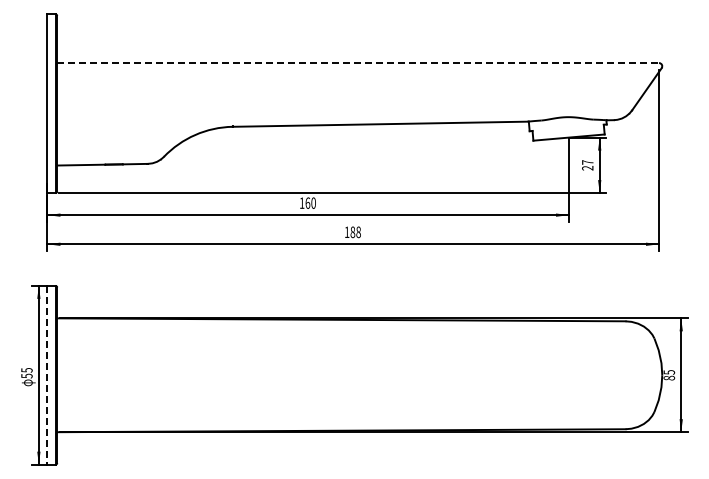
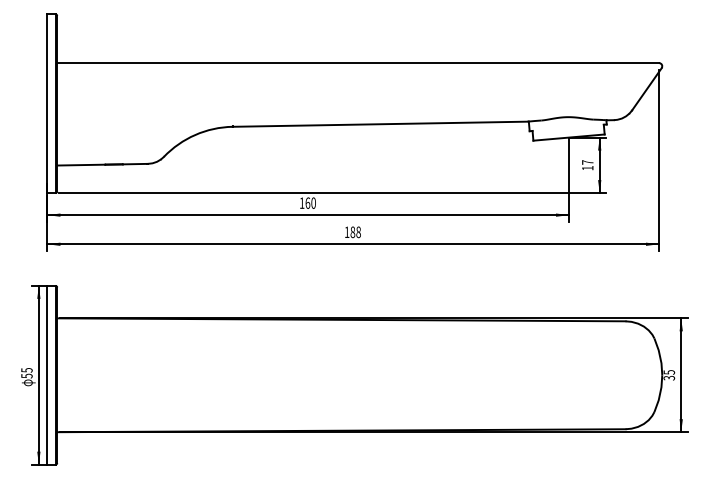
line at (358, 63): dashed -> solid
text at (587, 168): 27 -> 17
line at (47, 375): dashed -> solid
text at (668, 377): 85 -> 35
